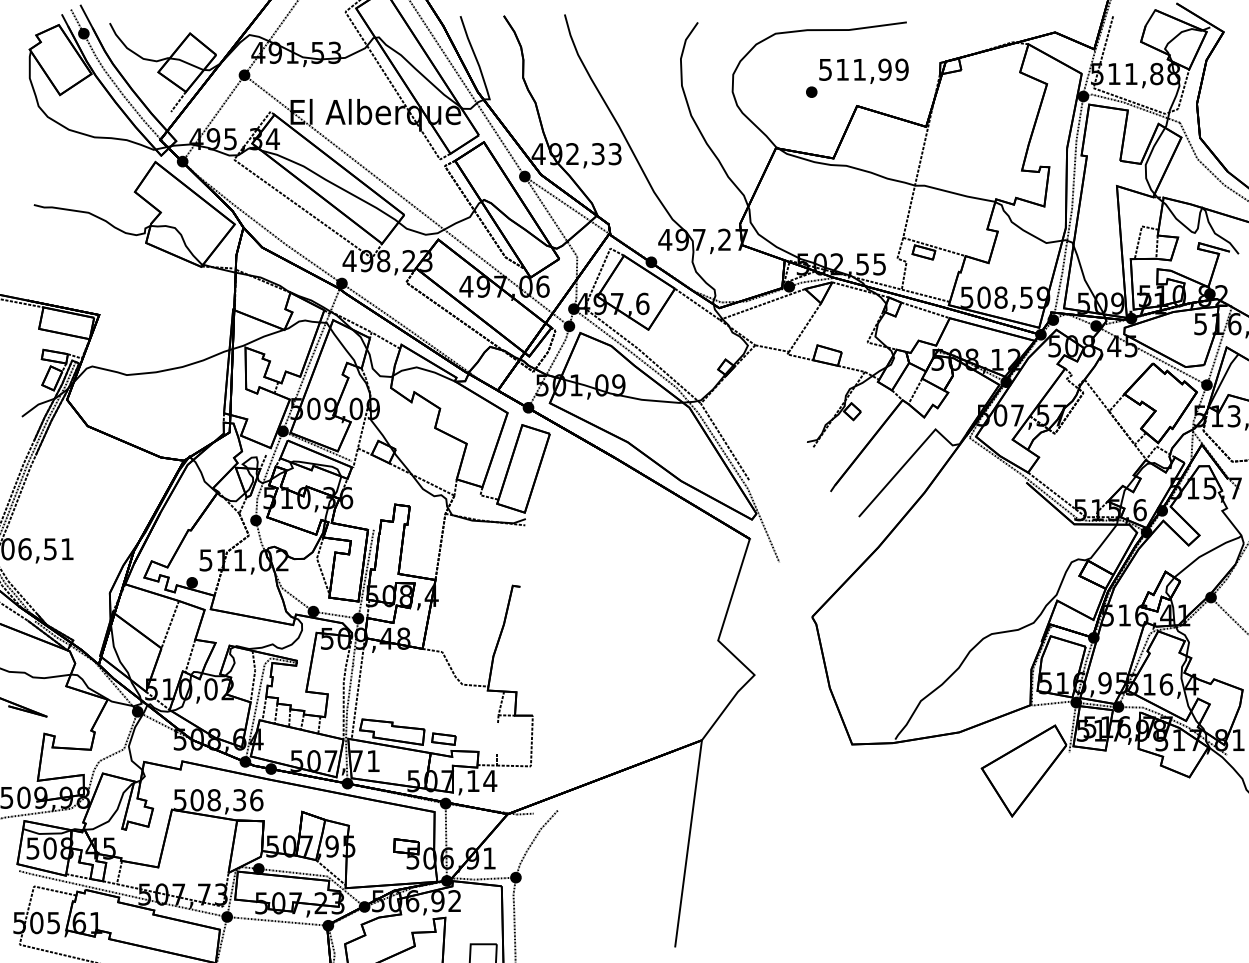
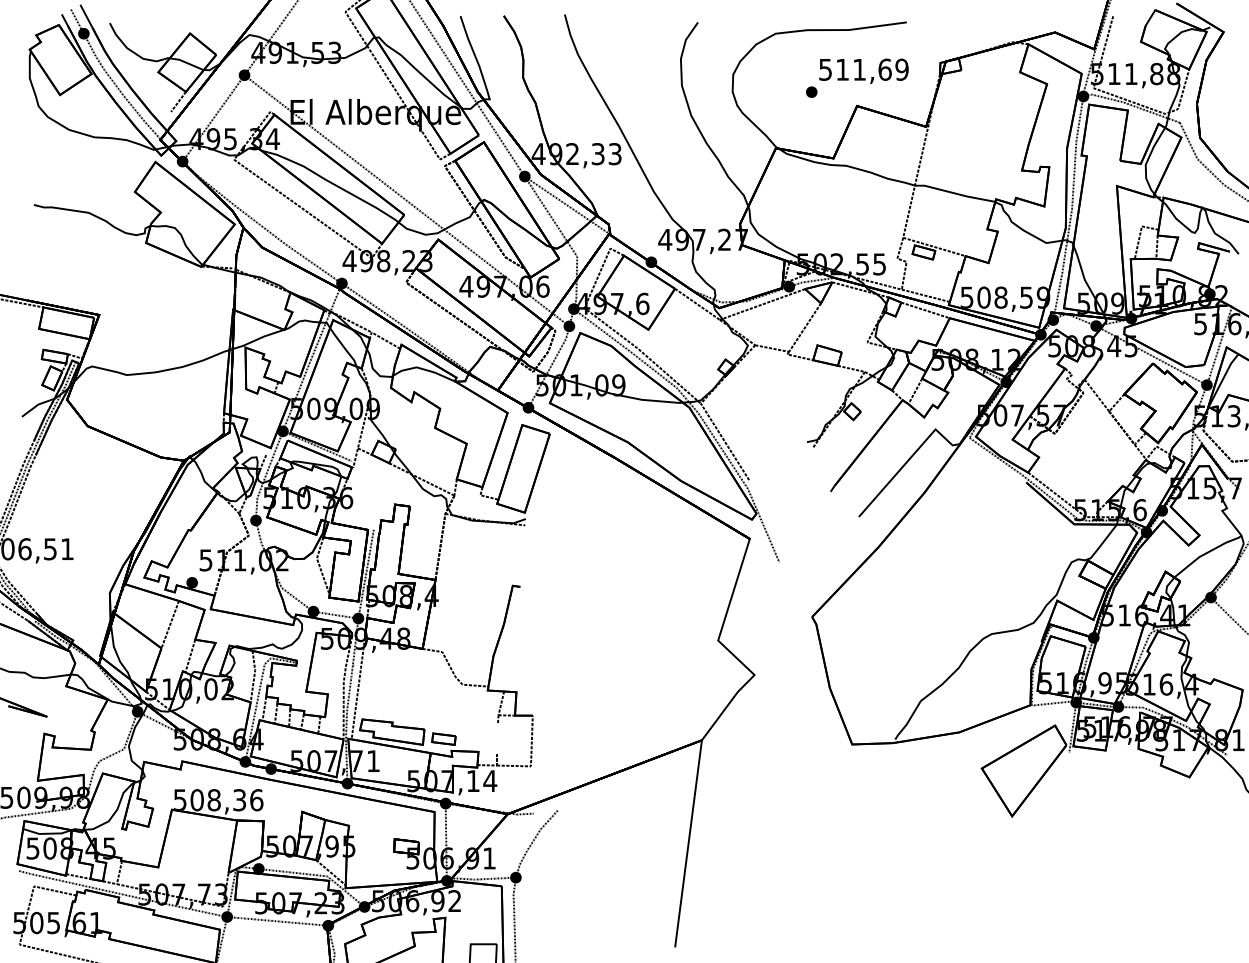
text at (884, 69): 511,99 -> 511,69
